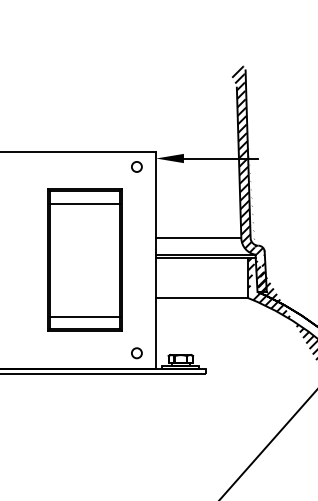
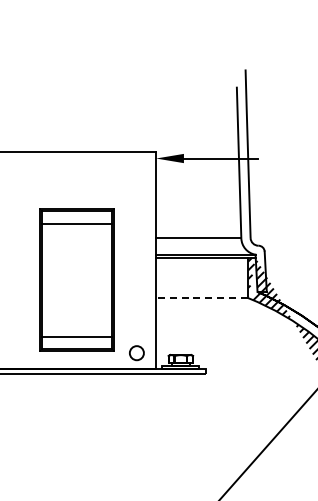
circle at (136, 166): present -> none
hatch at (249, 178): present -> none
part at (84, 259) position: (84, 259) -> (76, 279)
line at (201, 298): solid -> dashed
circle at (136, 353) size: 12x13 px -> 16x17 px
